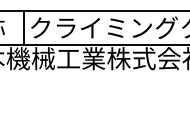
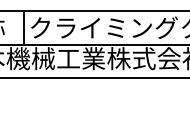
line at (94, 78): none -> present
